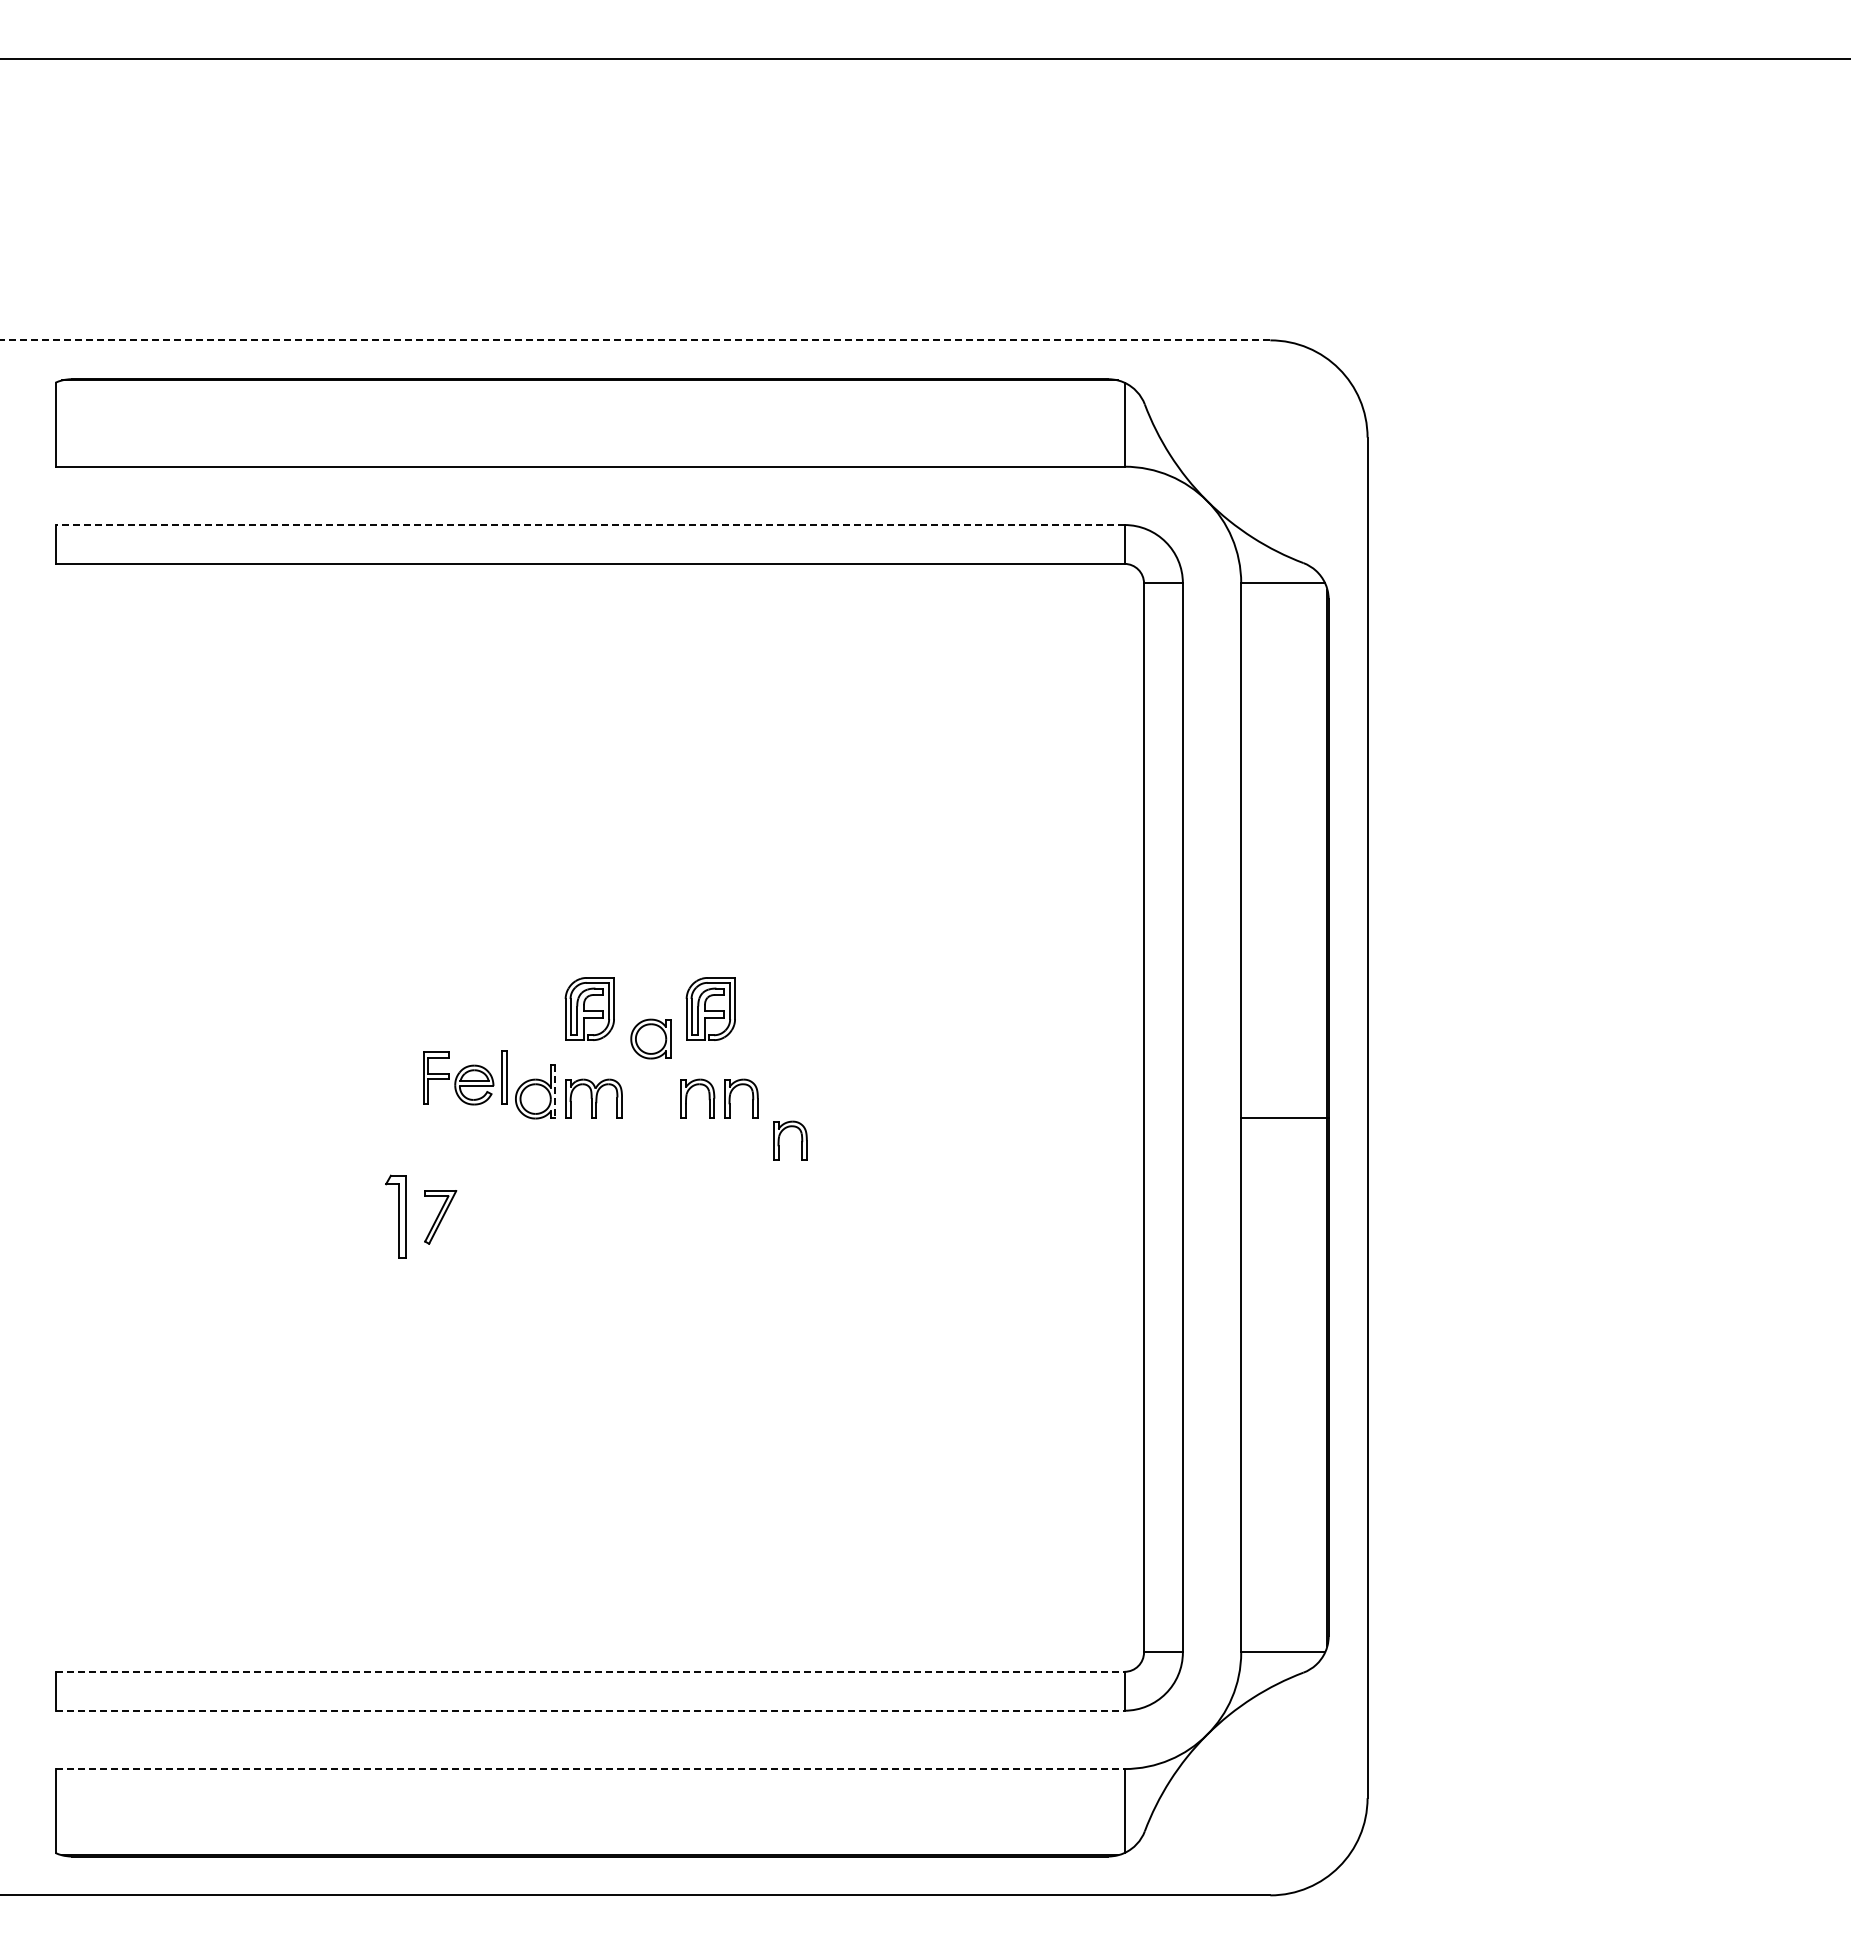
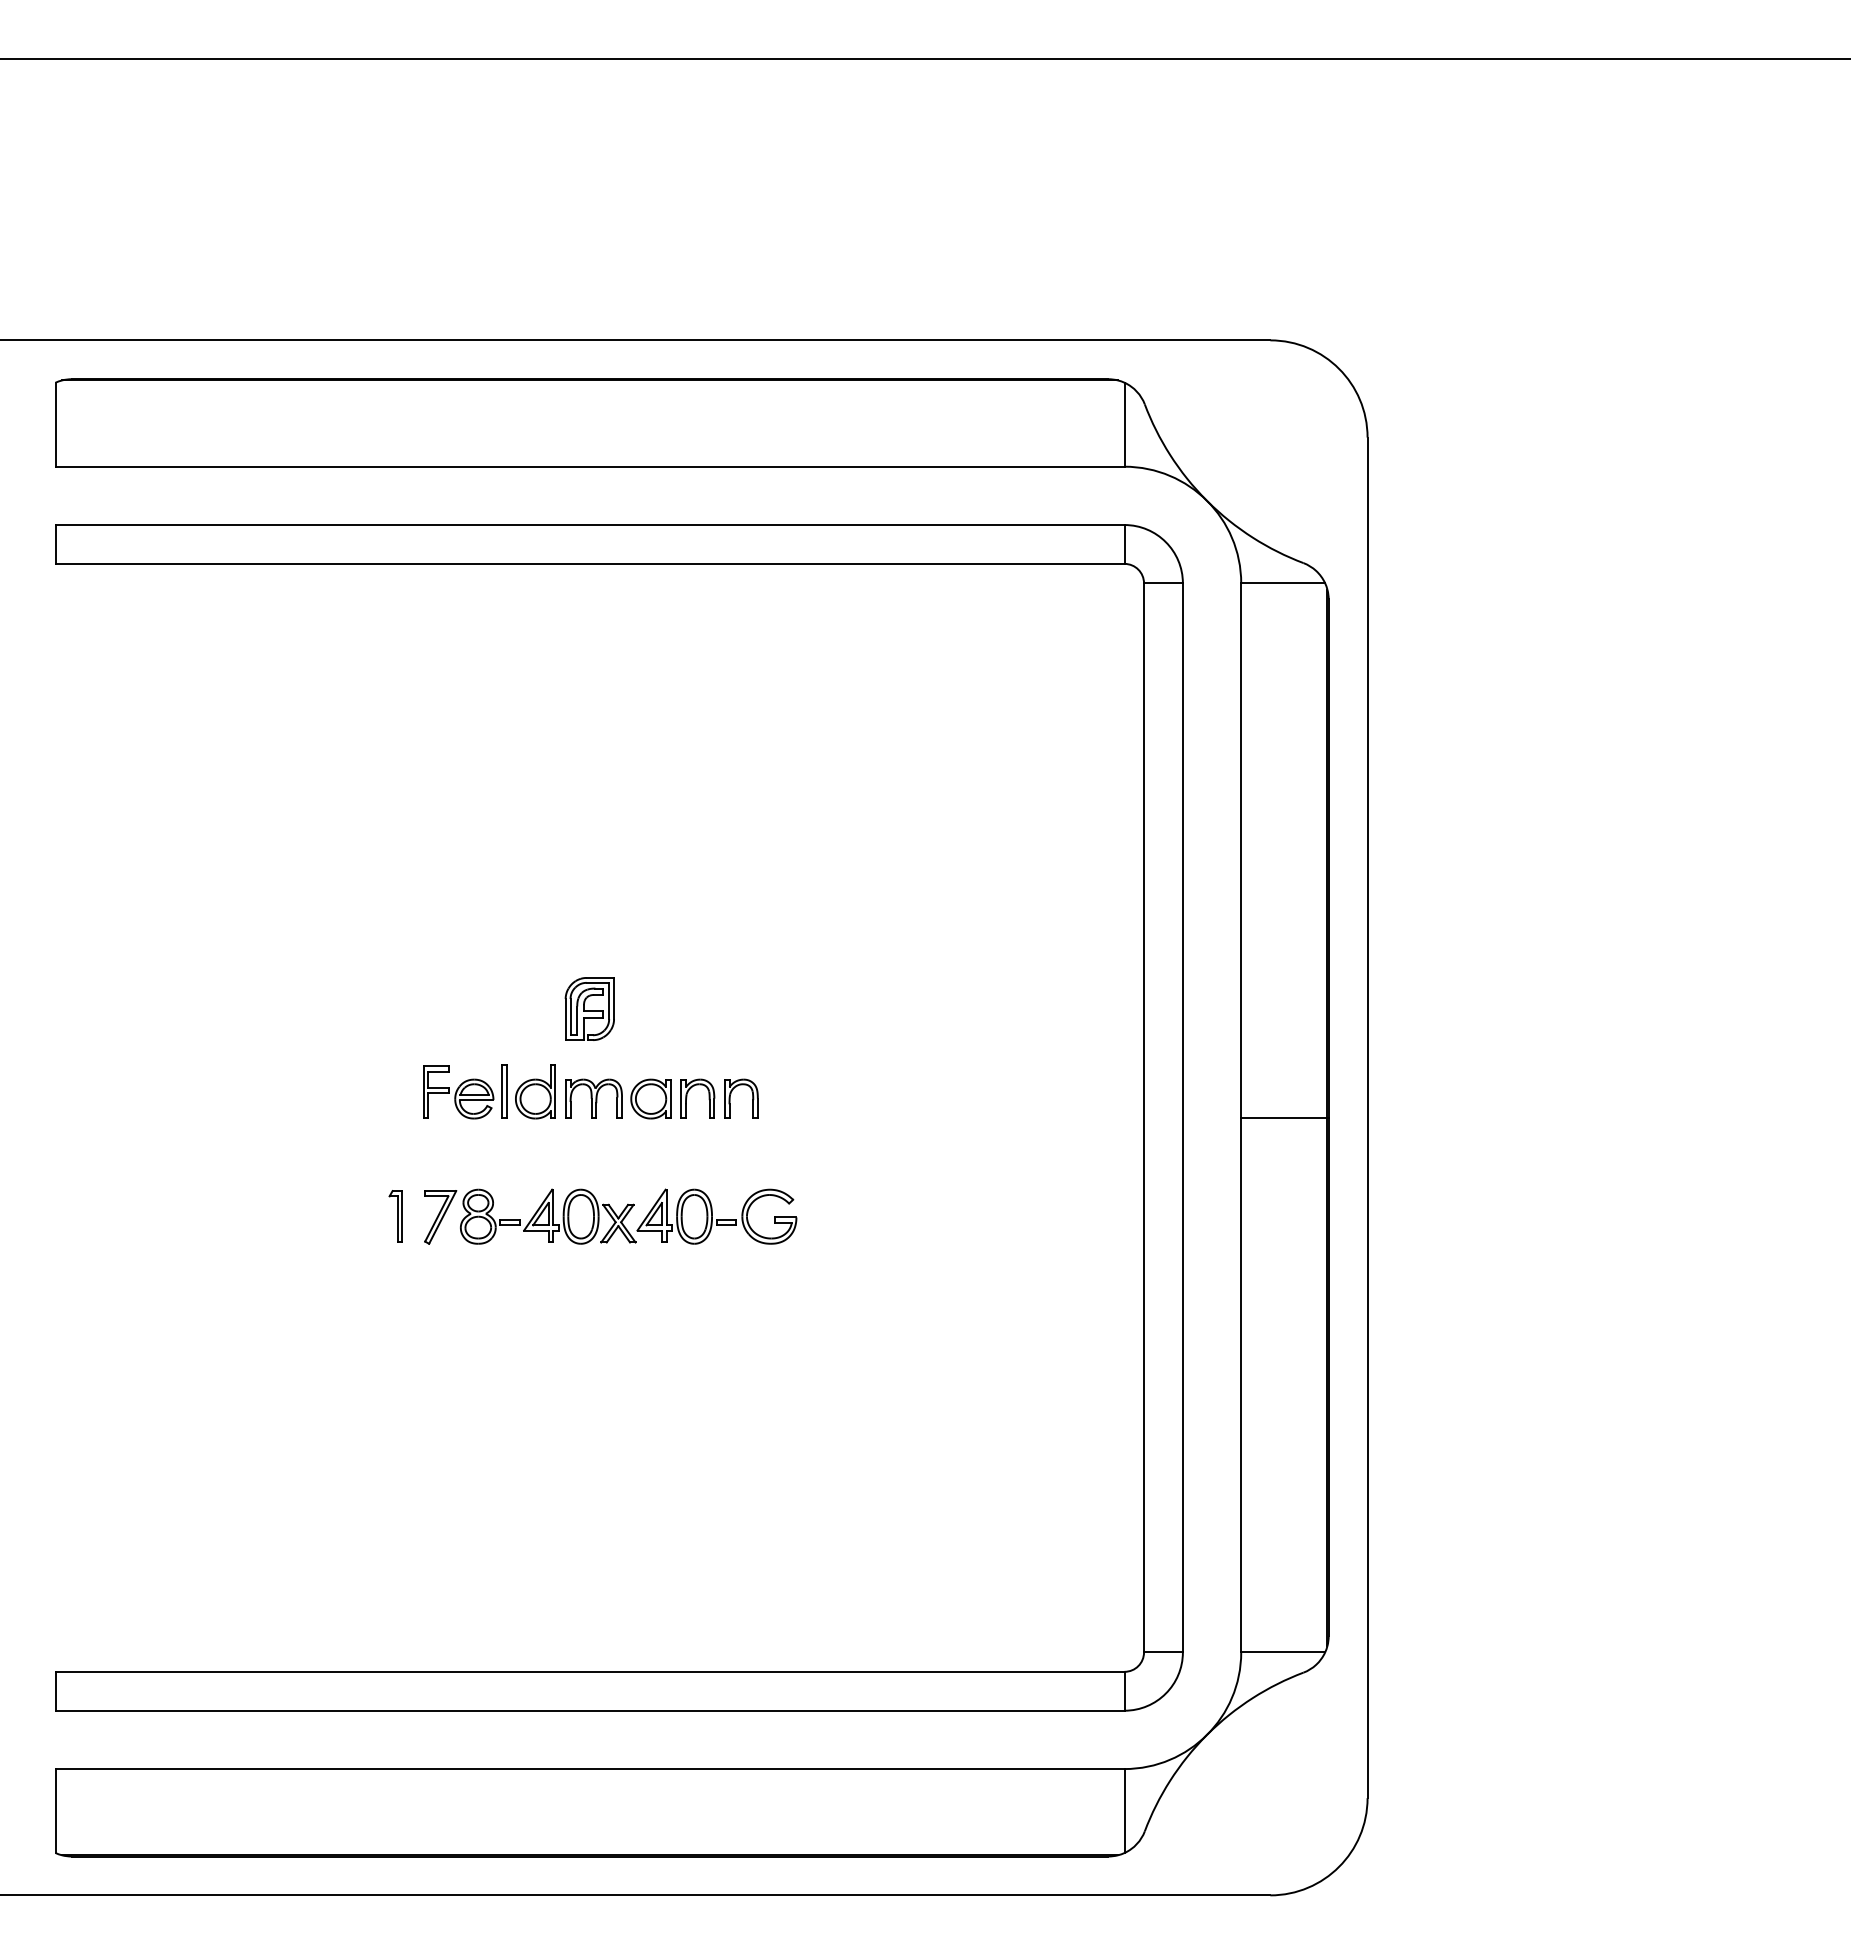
line at (635, 340): dashed -> solid
line at (590, 525): dashed -> solid
part at (710, 1008): present -> none
part at (650, 1038) position: (650, 1038) -> (650, 1098)
part at (465, 1077) position: (465, 1077) -> (465, 1091)
line at (555, 1092): dashed -> solid
part at (780, 1136): present -> none
part at (395, 1216) size: 22x85 px -> 15x53 px
part at (628, 1216): none -> present
line at (590, 1671): dashed -> solid
line at (590, 1710): dashed -> solid
line at (590, 1769): dashed -> solid
